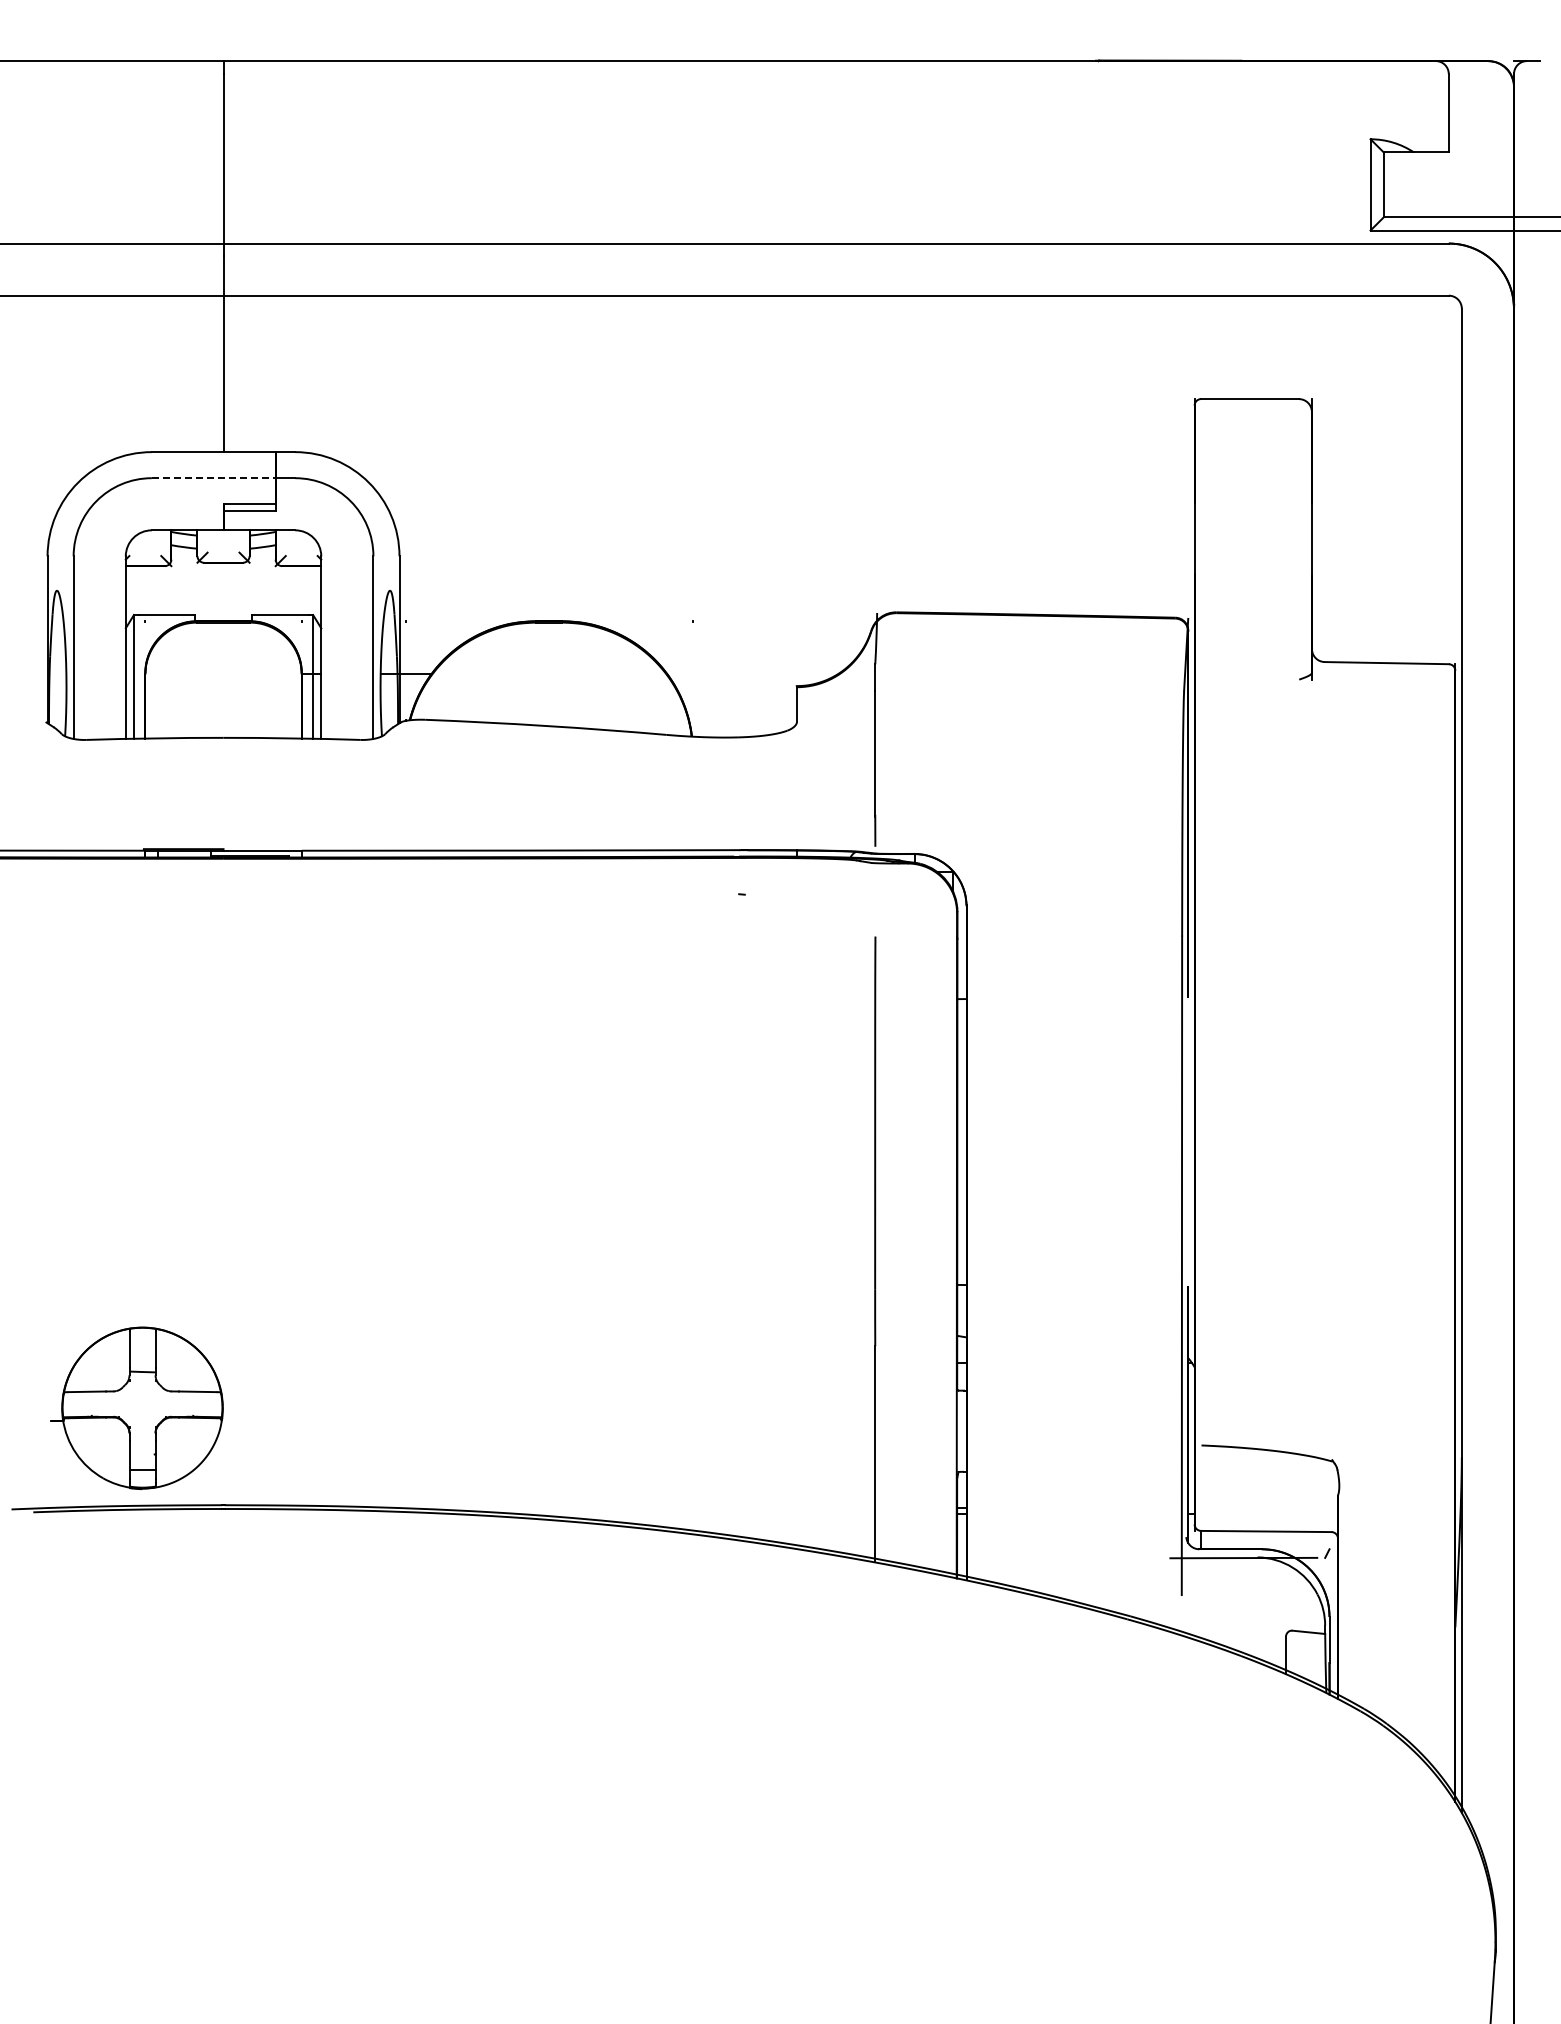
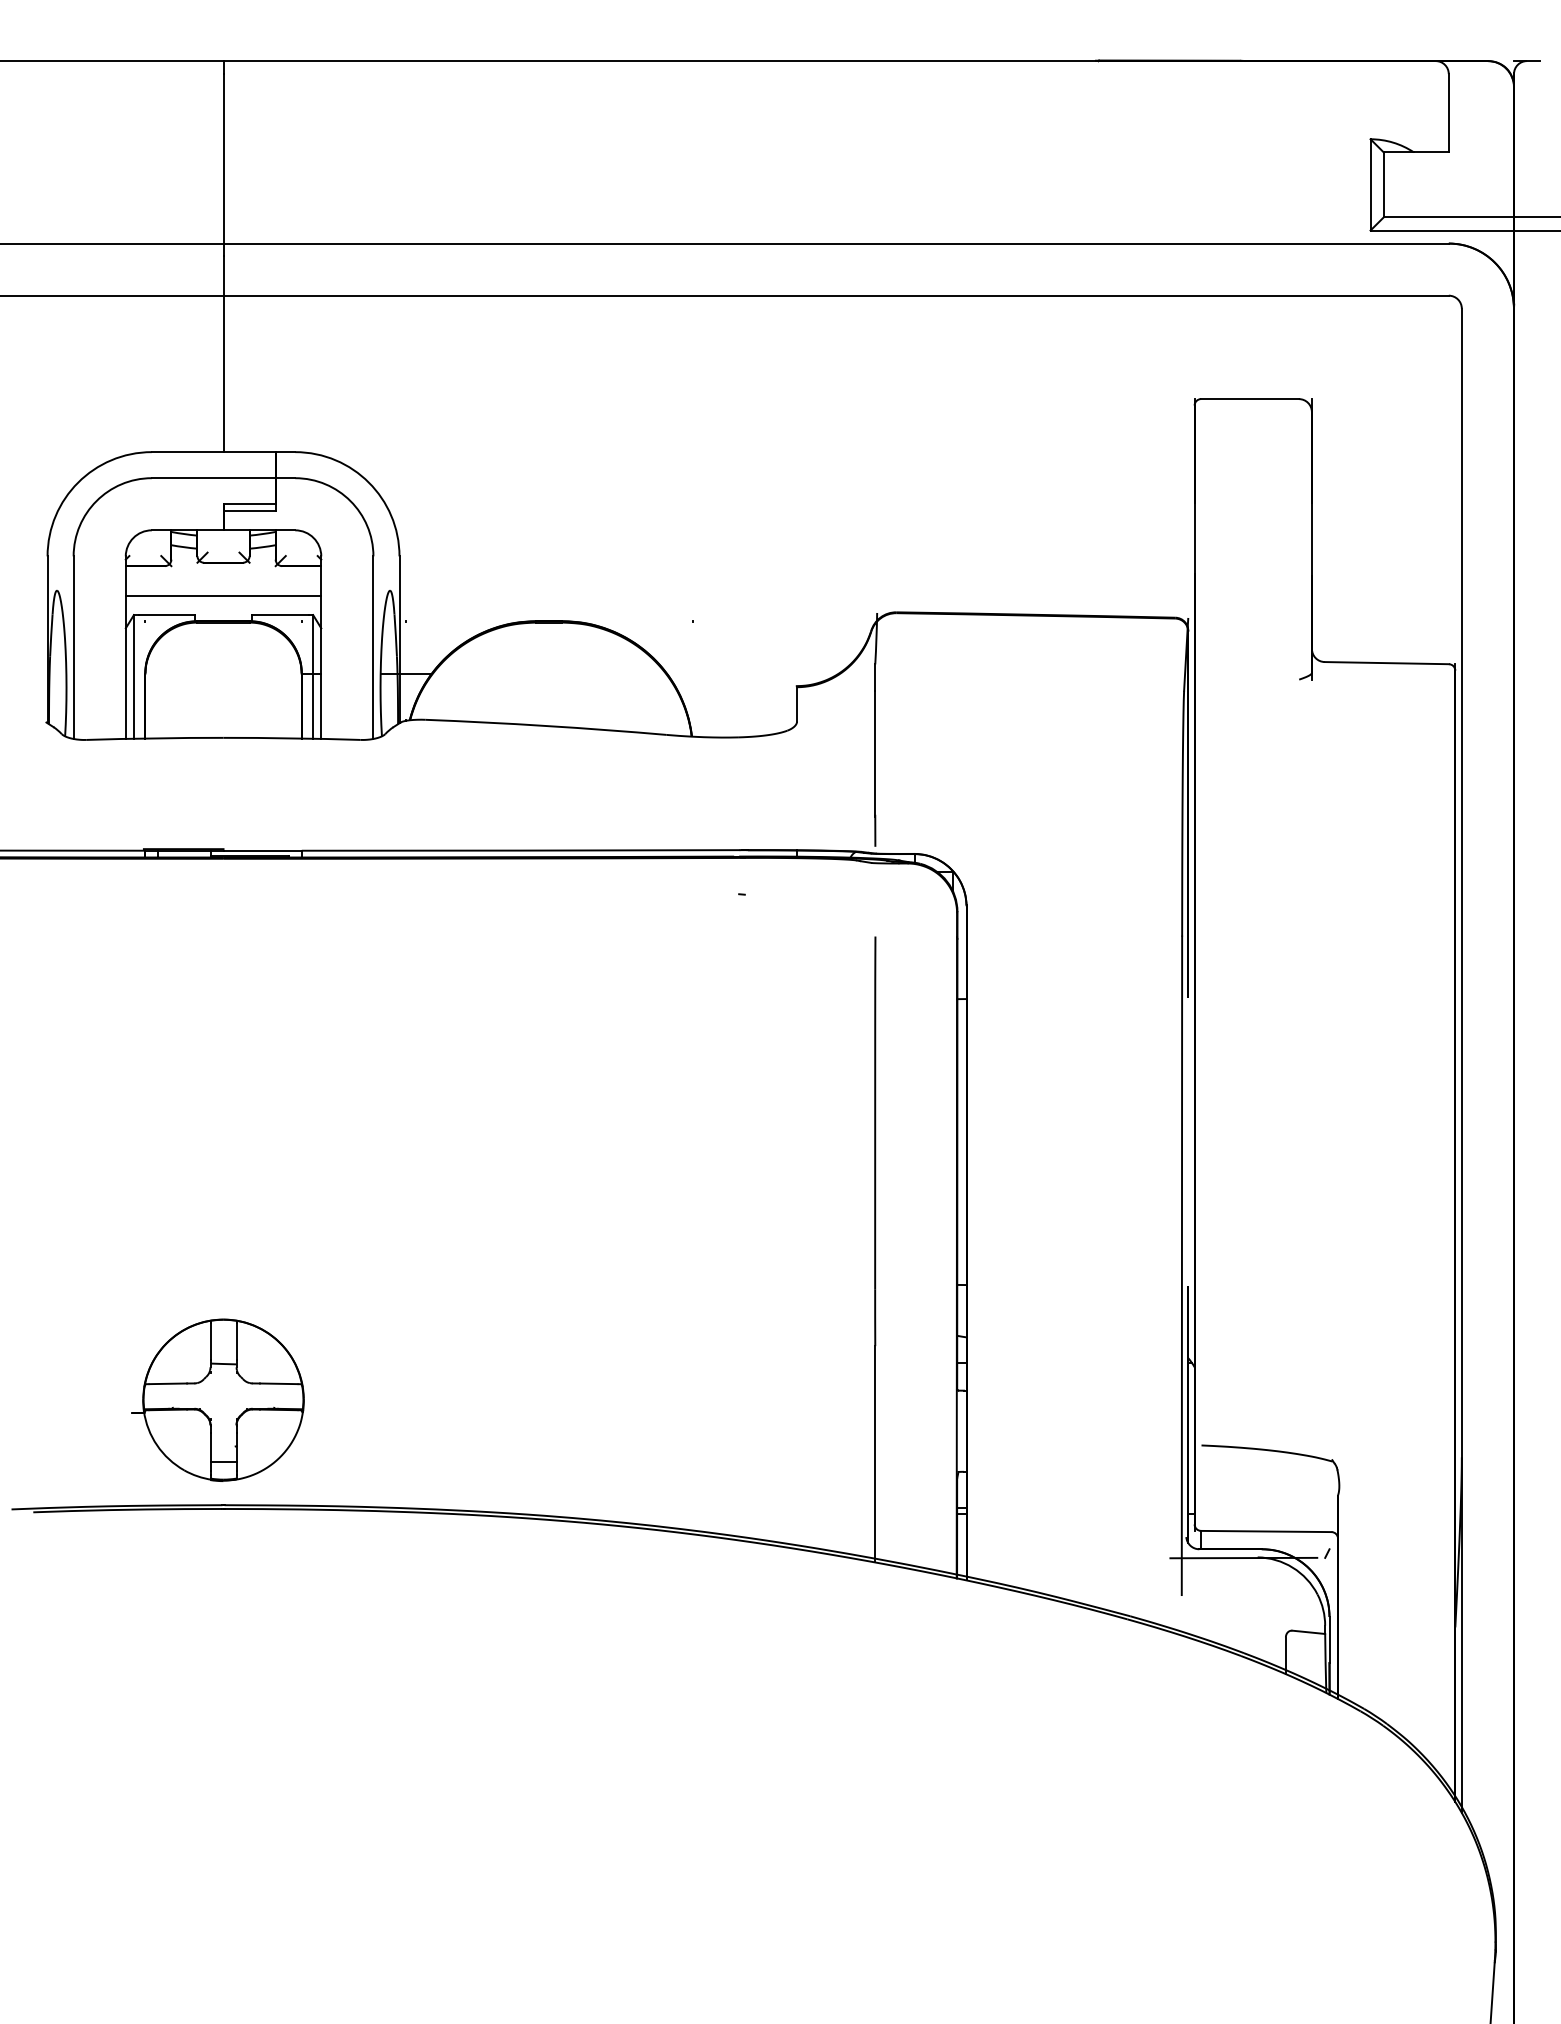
line at (213, 478): dashed -> solid
line at (223, 595): none -> present
part at (136, 1407) position: (136, 1407) -> (217, 1399)
